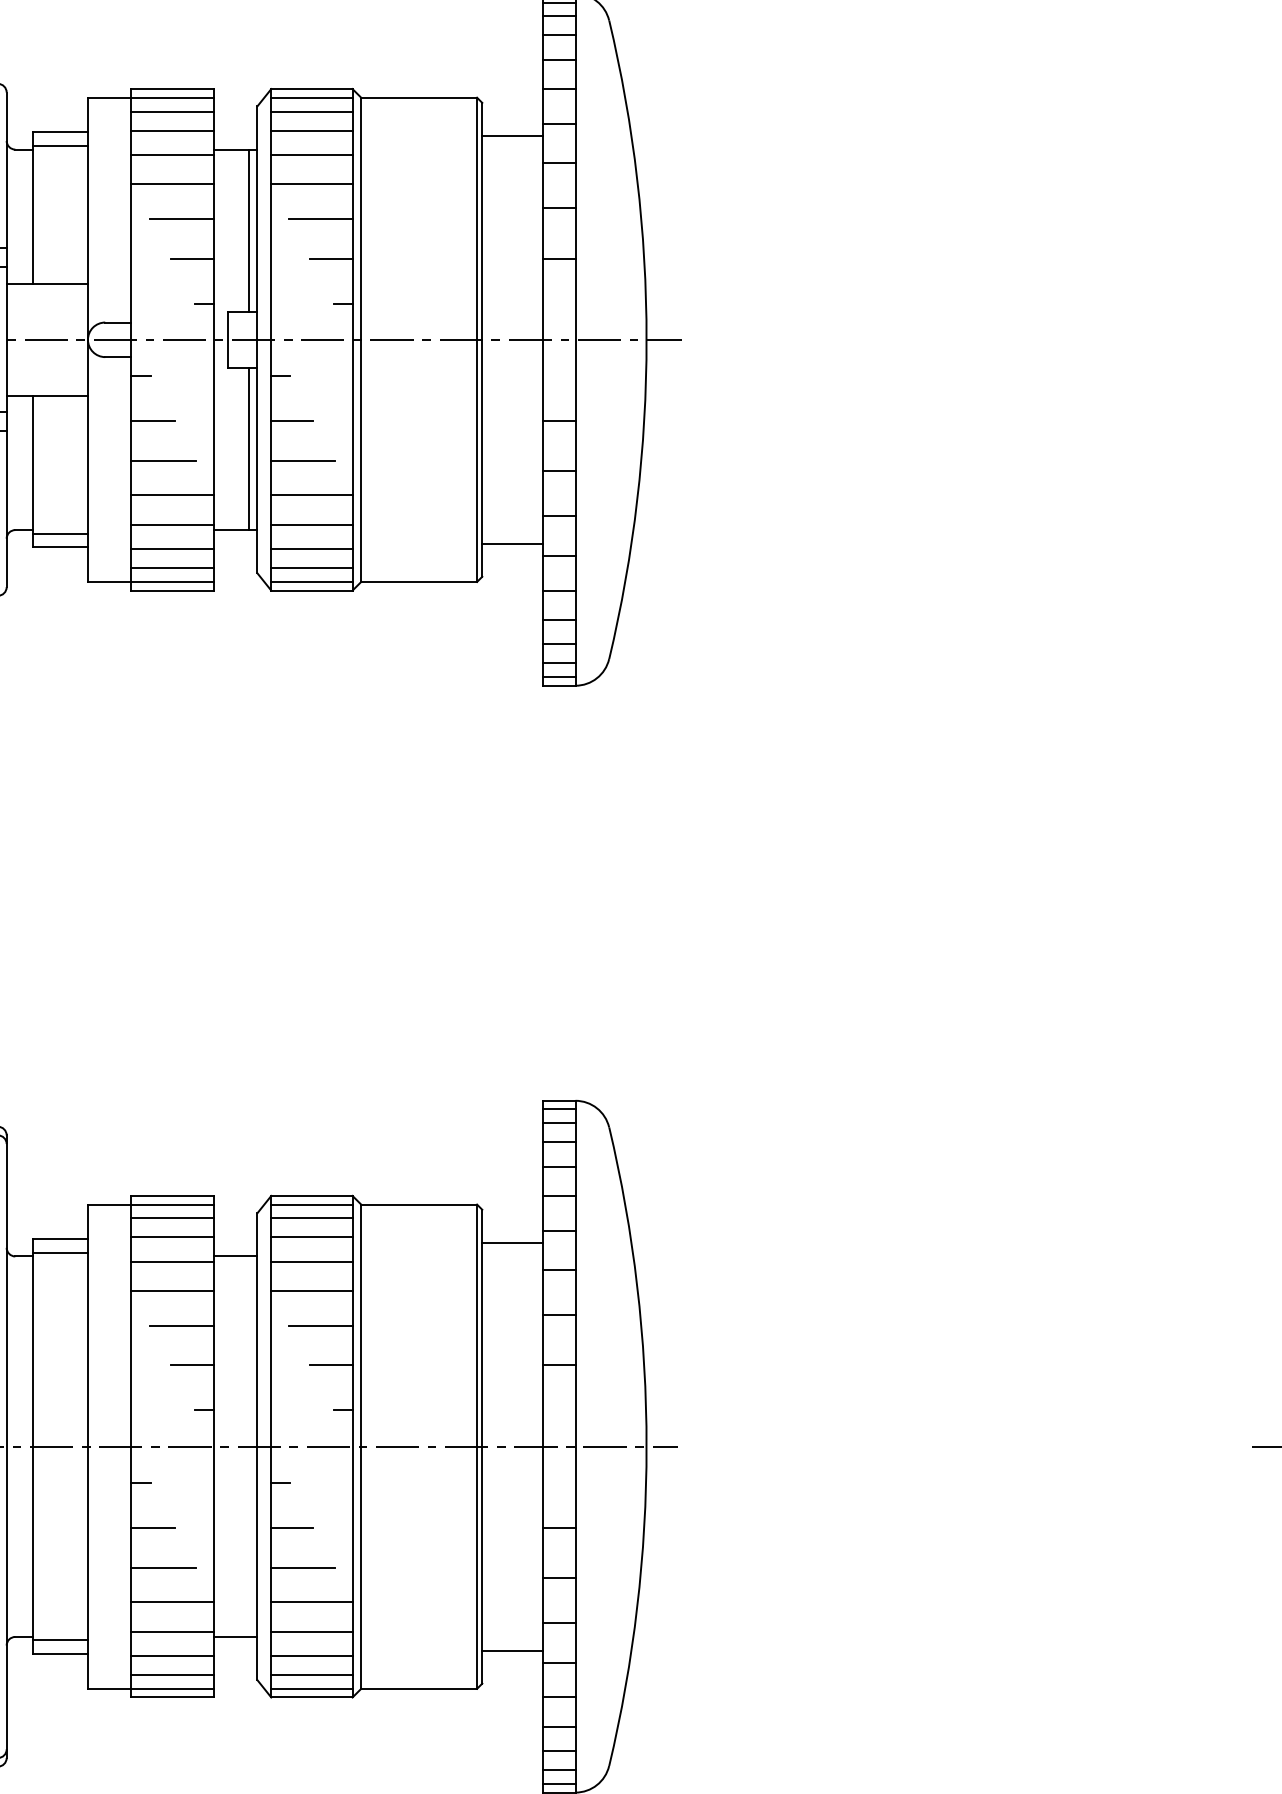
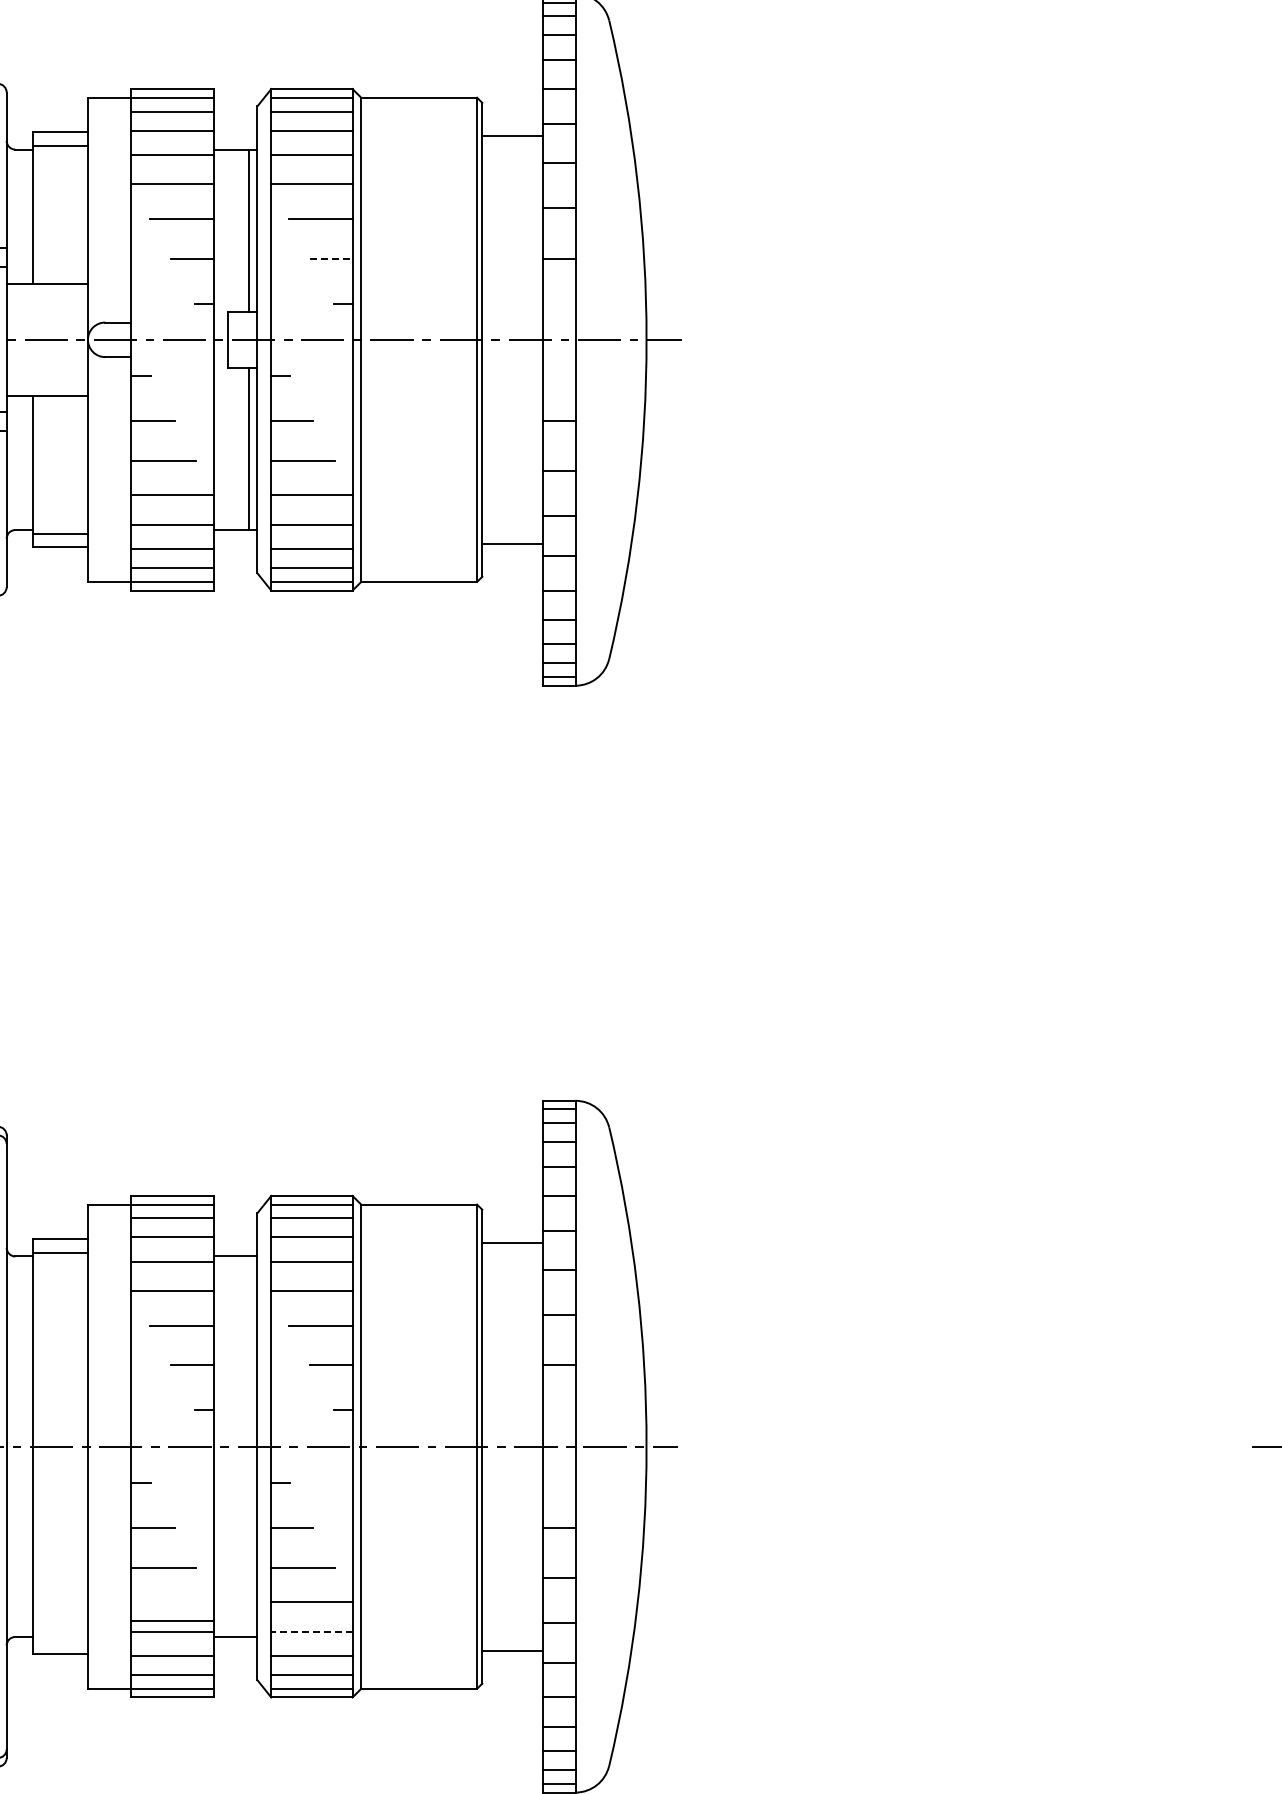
line at (331, 258): solid -> dashed
line at (172, 1602) position: (172, 1602) -> (172, 1621)
line at (311, 1631): solid -> dashed
line at (59, 1640): present -> none
